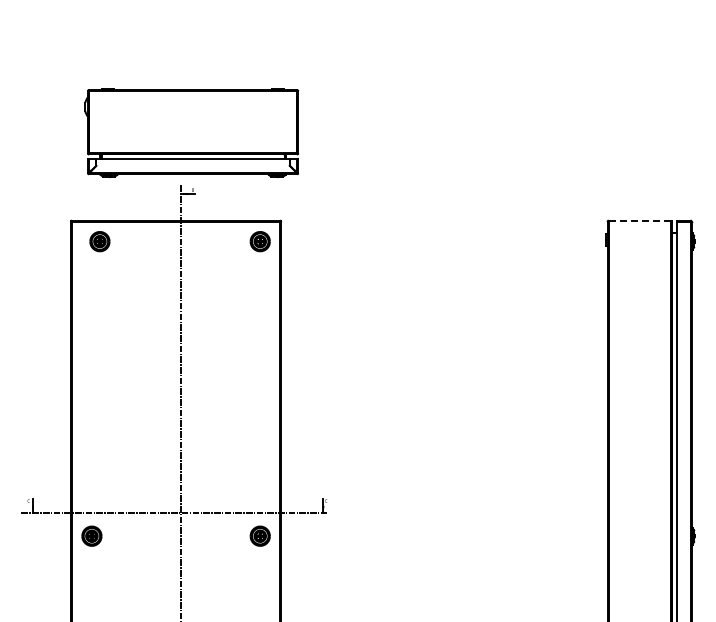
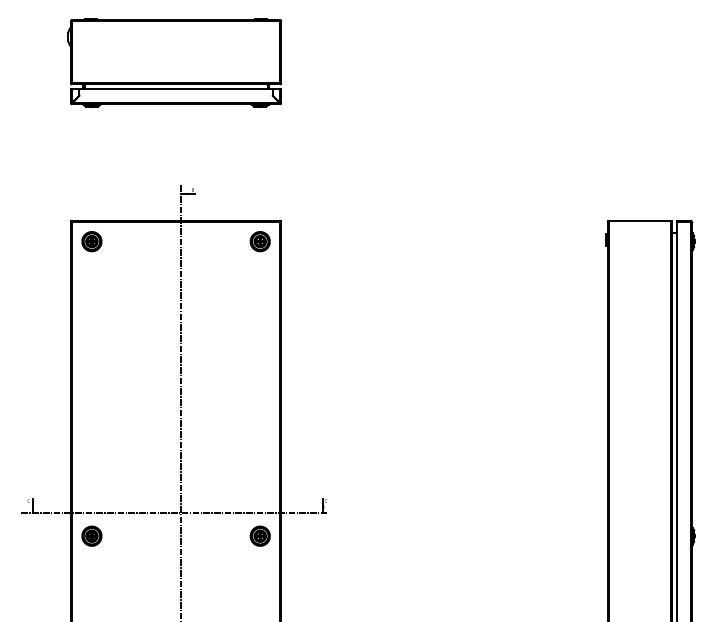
part at (191, 133) position: (191, 133) -> (174, 63)
line at (639, 220): dashed -> solid
part at (99, 241) position: (99, 241) -> (91, 241)
